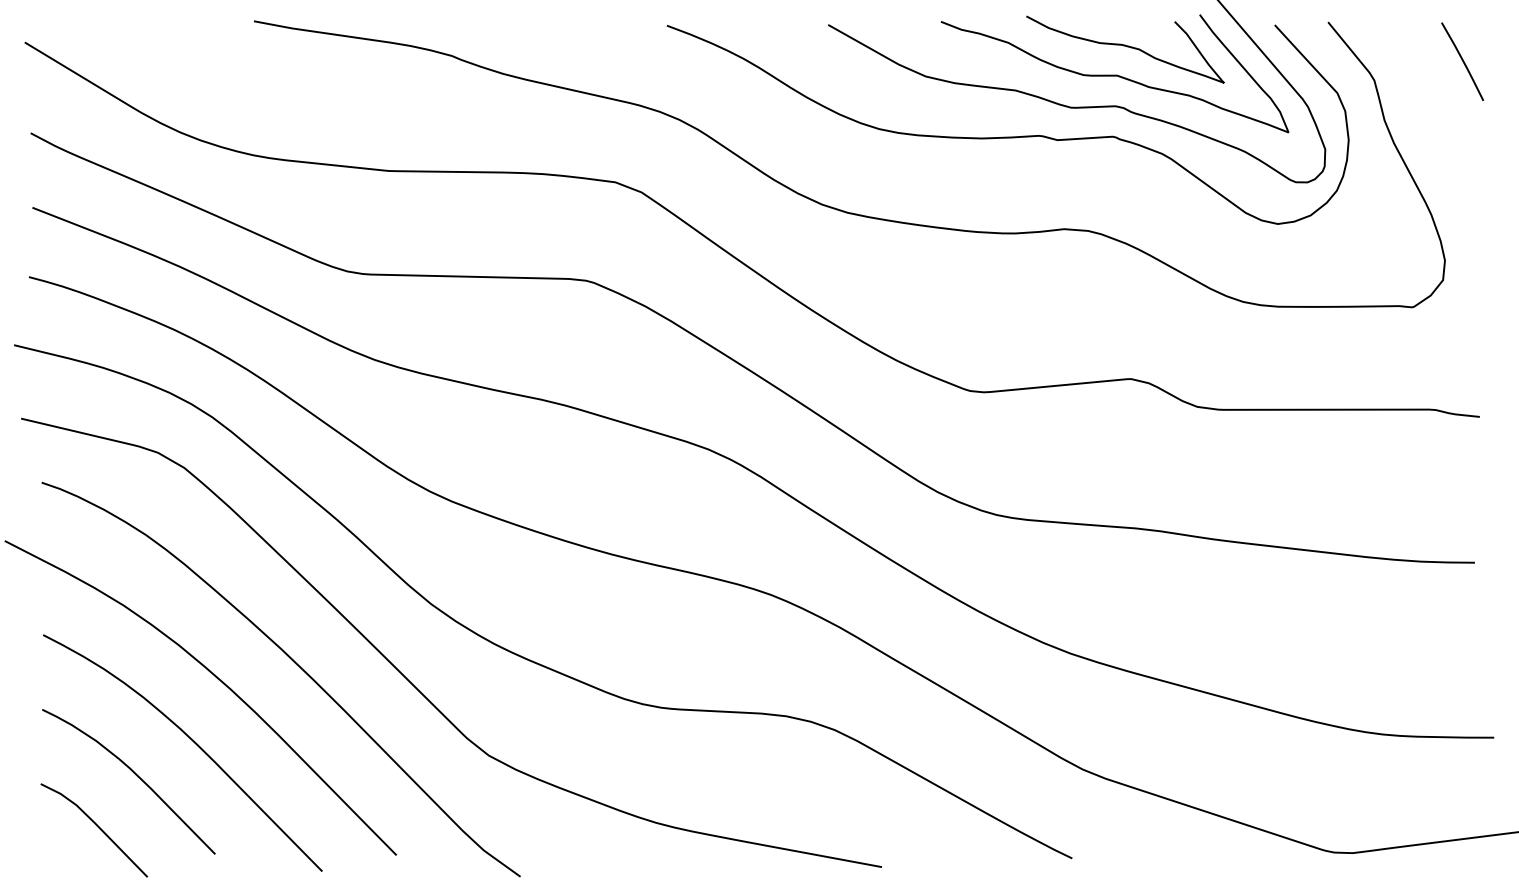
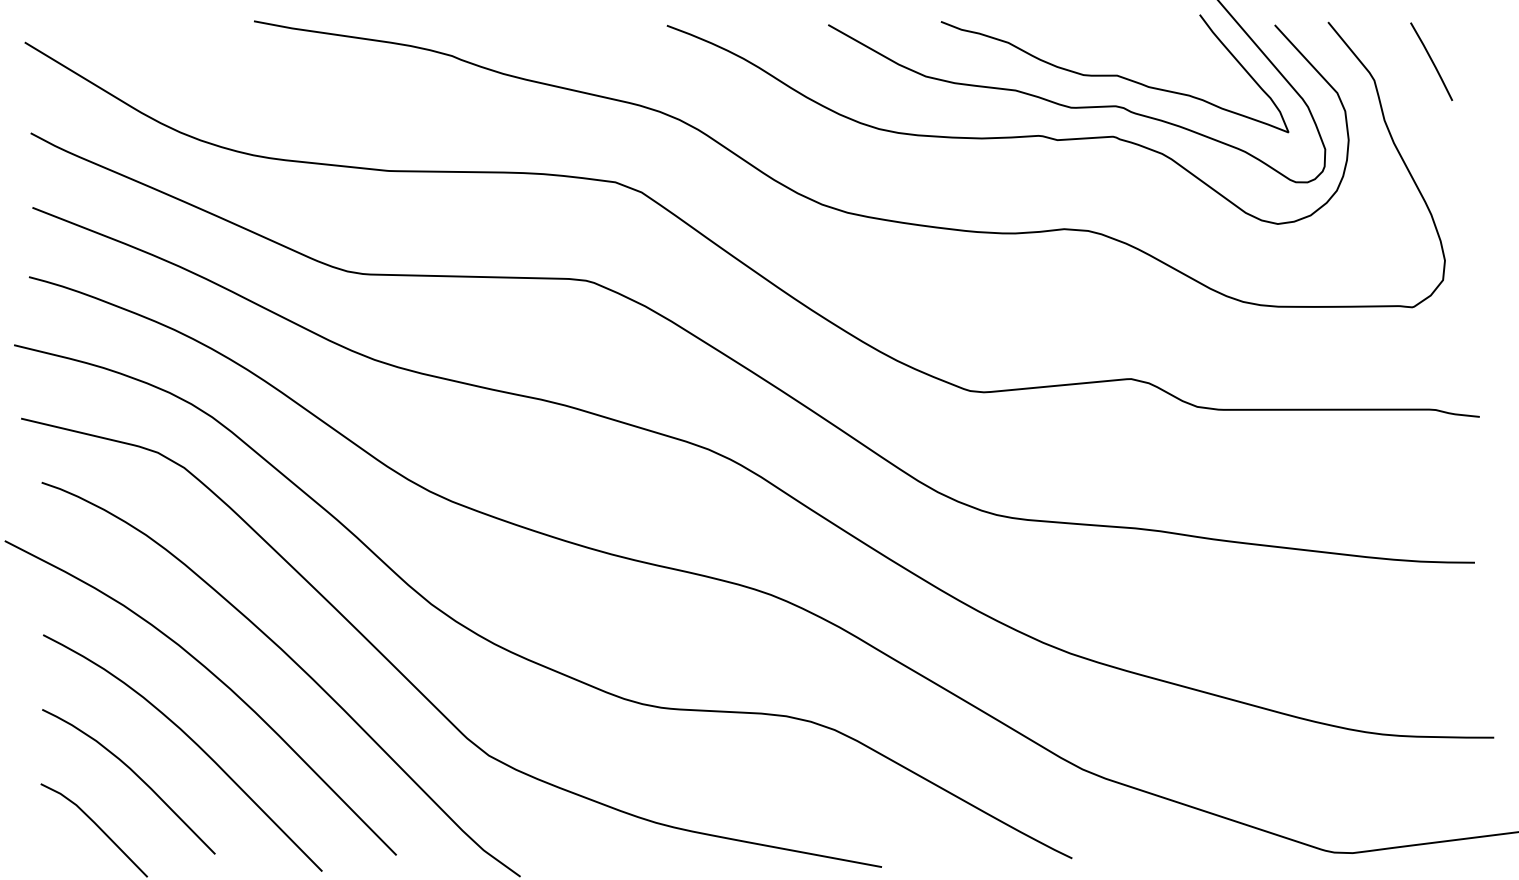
curve at (1127, 47): present -> none
line at (1462, 61) position: (1462, 61) -> (1431, 61)
